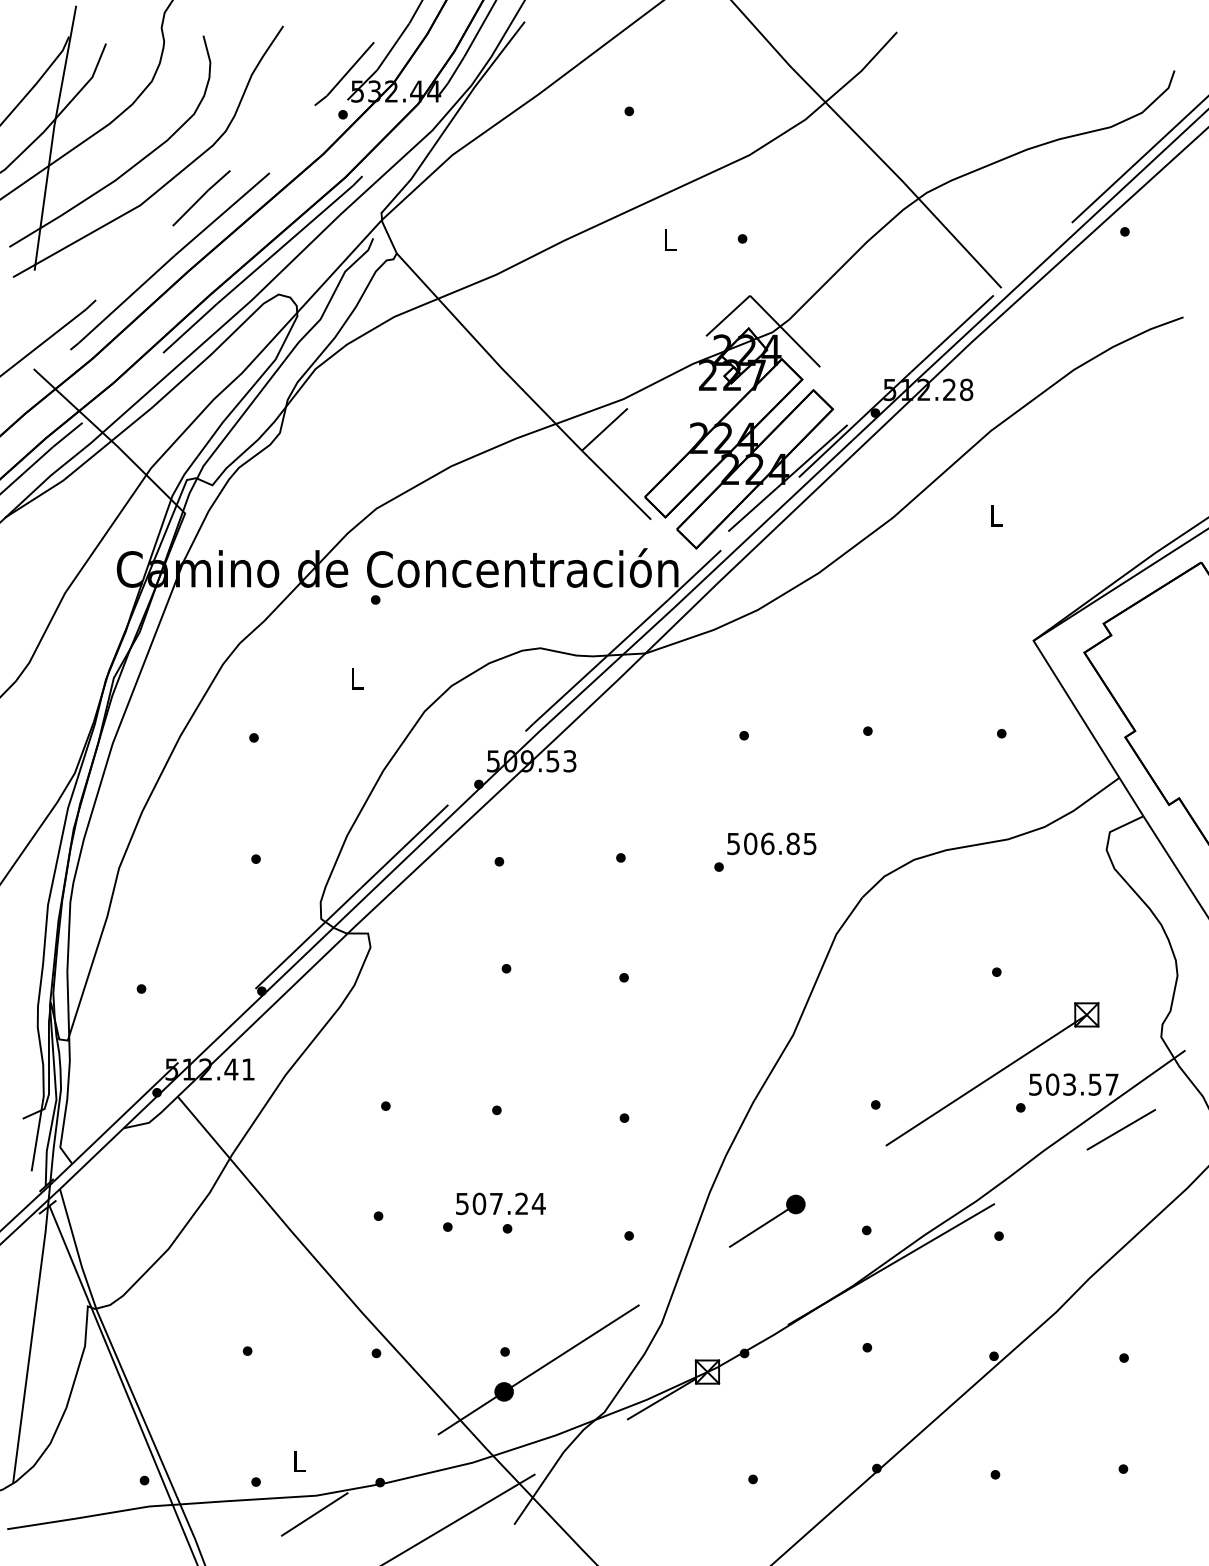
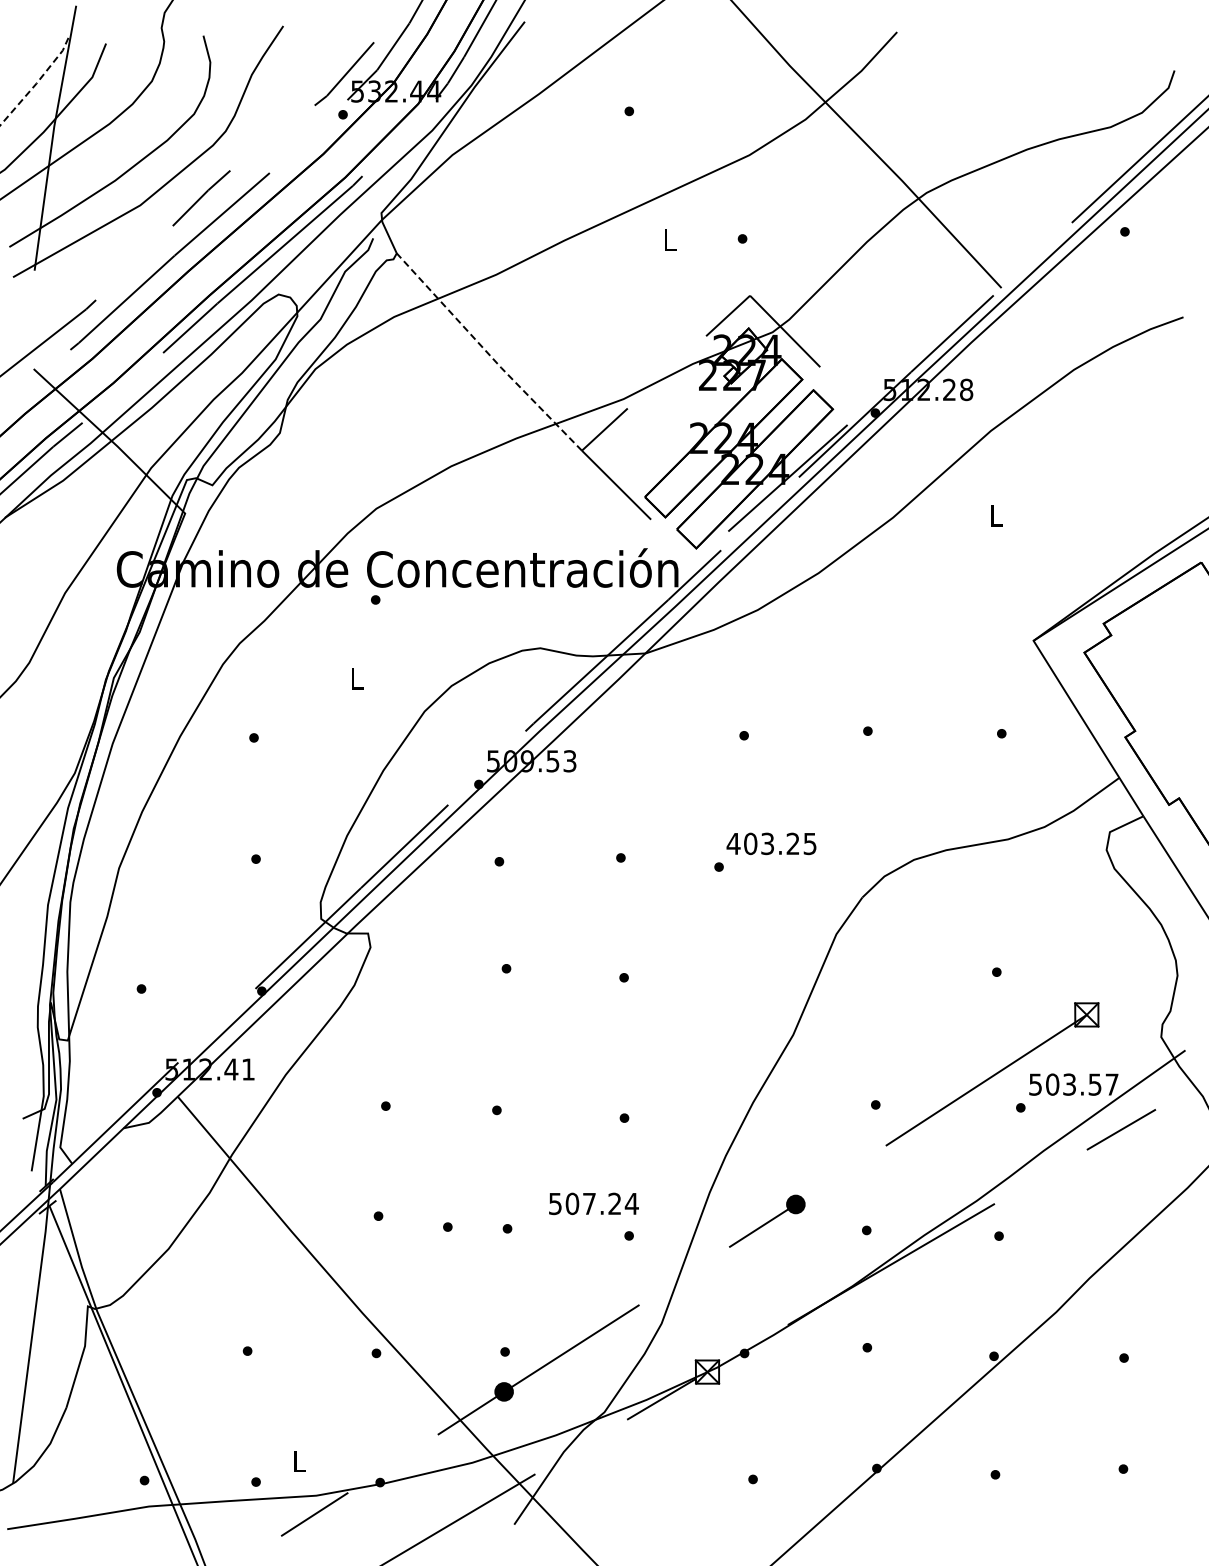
line at (37, 82): solid -> dashed
line at (488, 353): solid -> dashed
text at (762, 843): 506.85 -> 403.25
text at (500, 1203) position: (500, 1203) -> (593, 1203)
